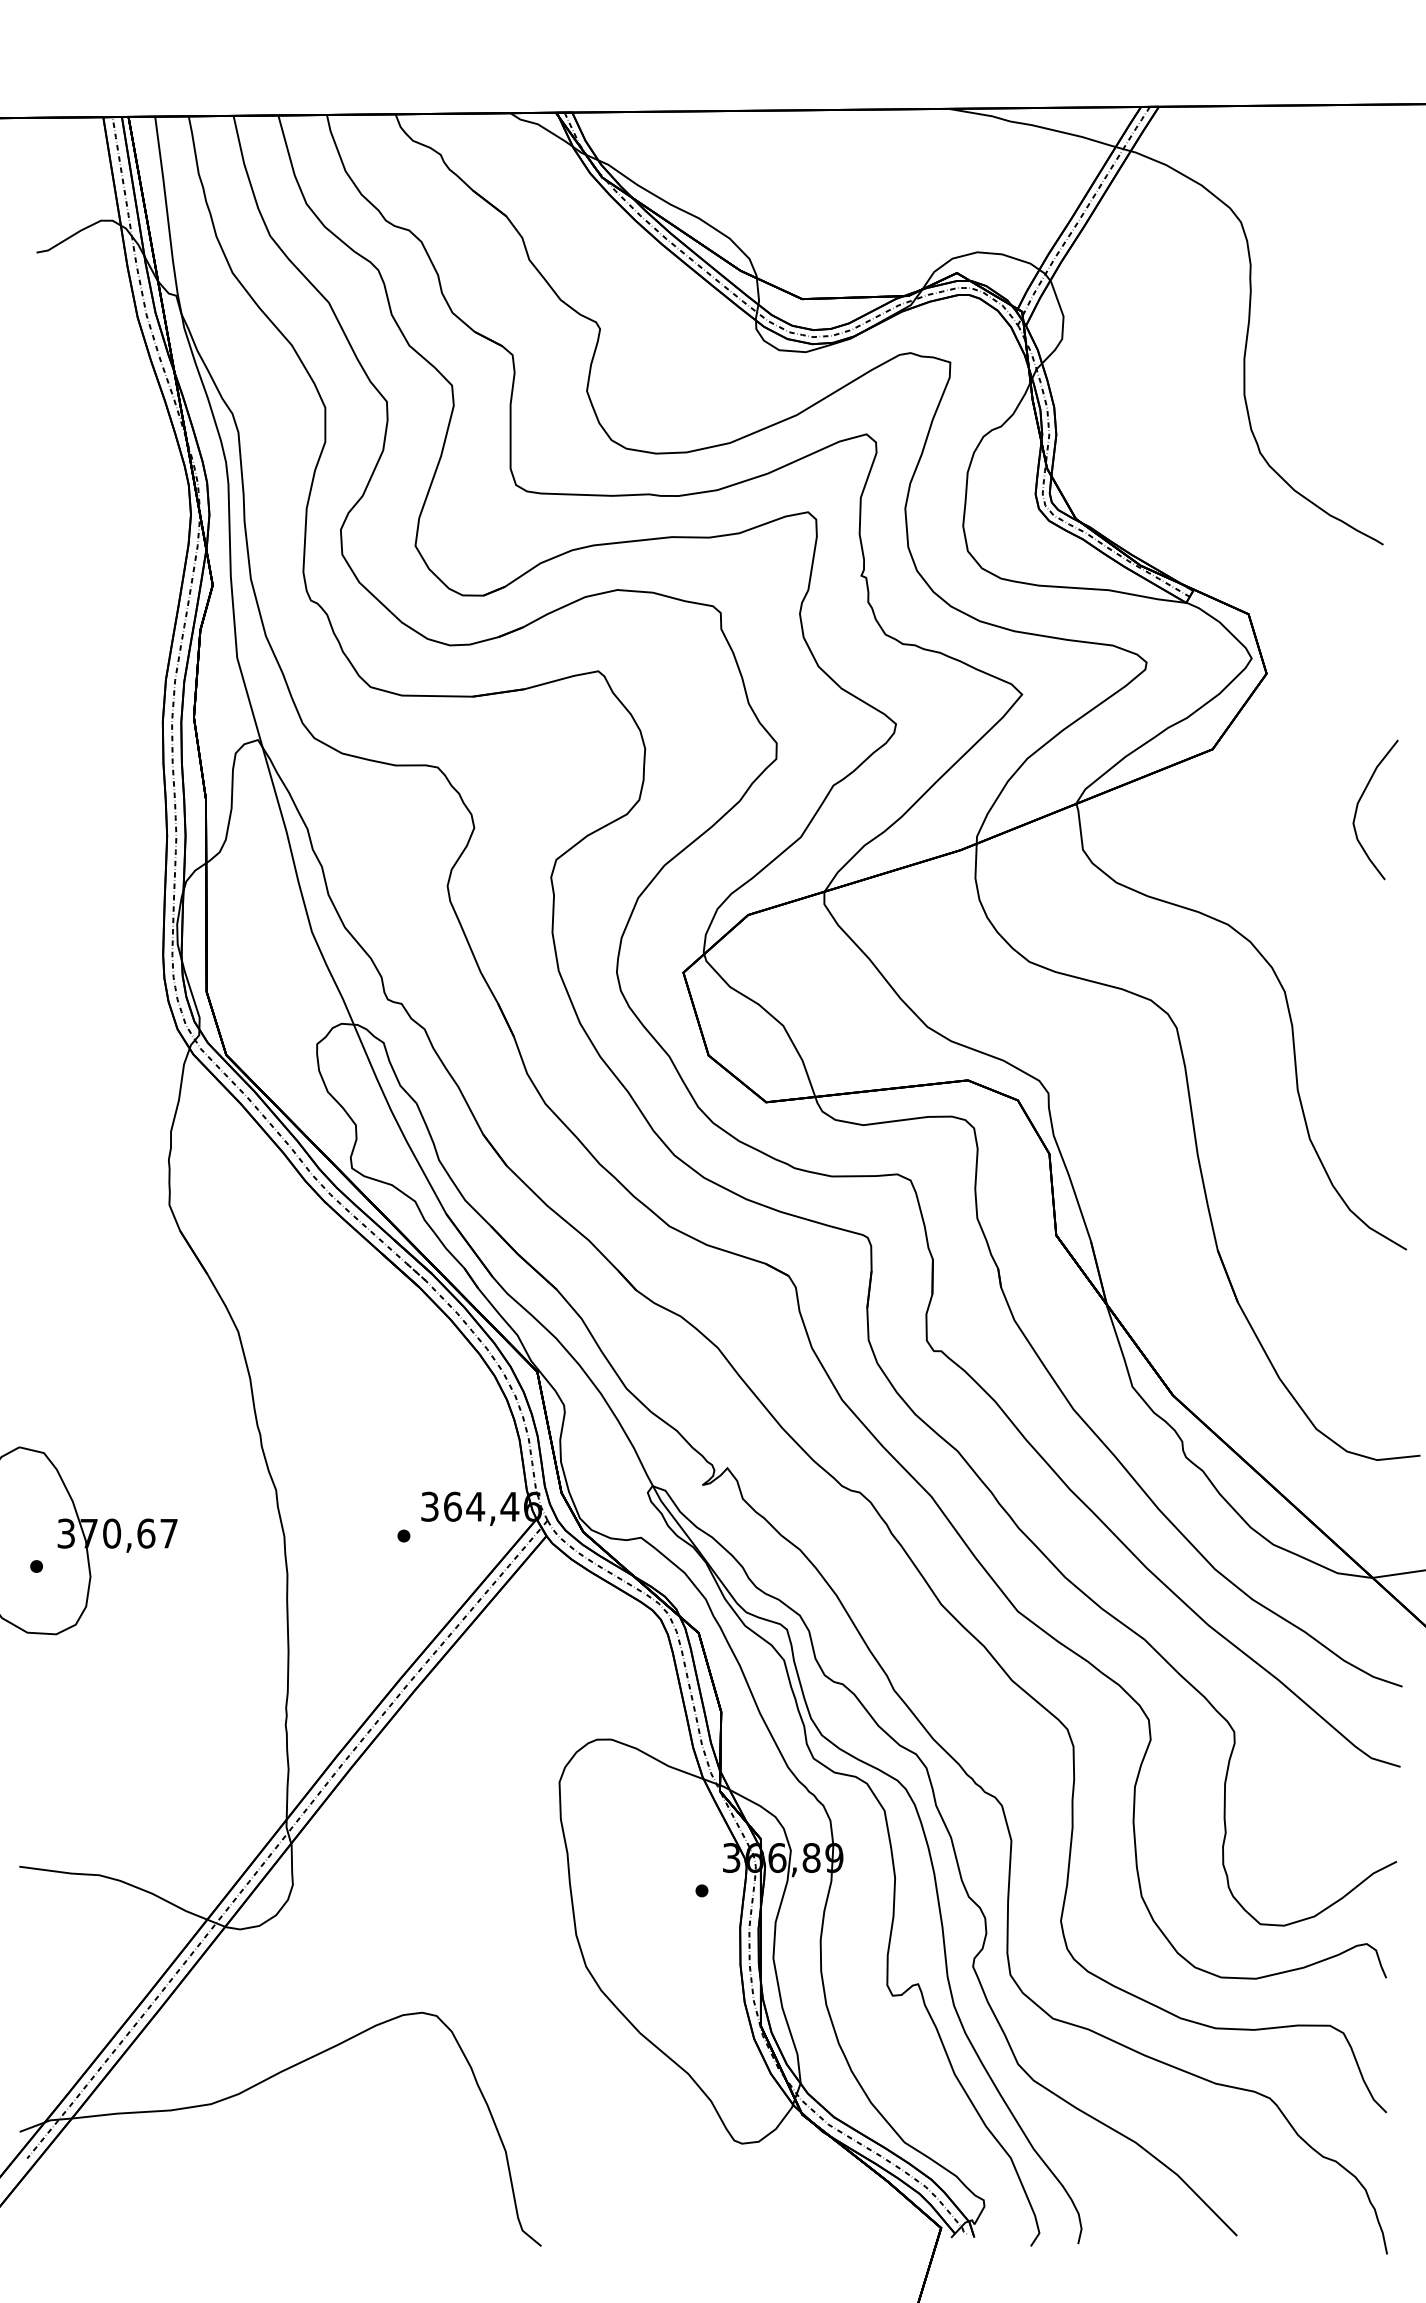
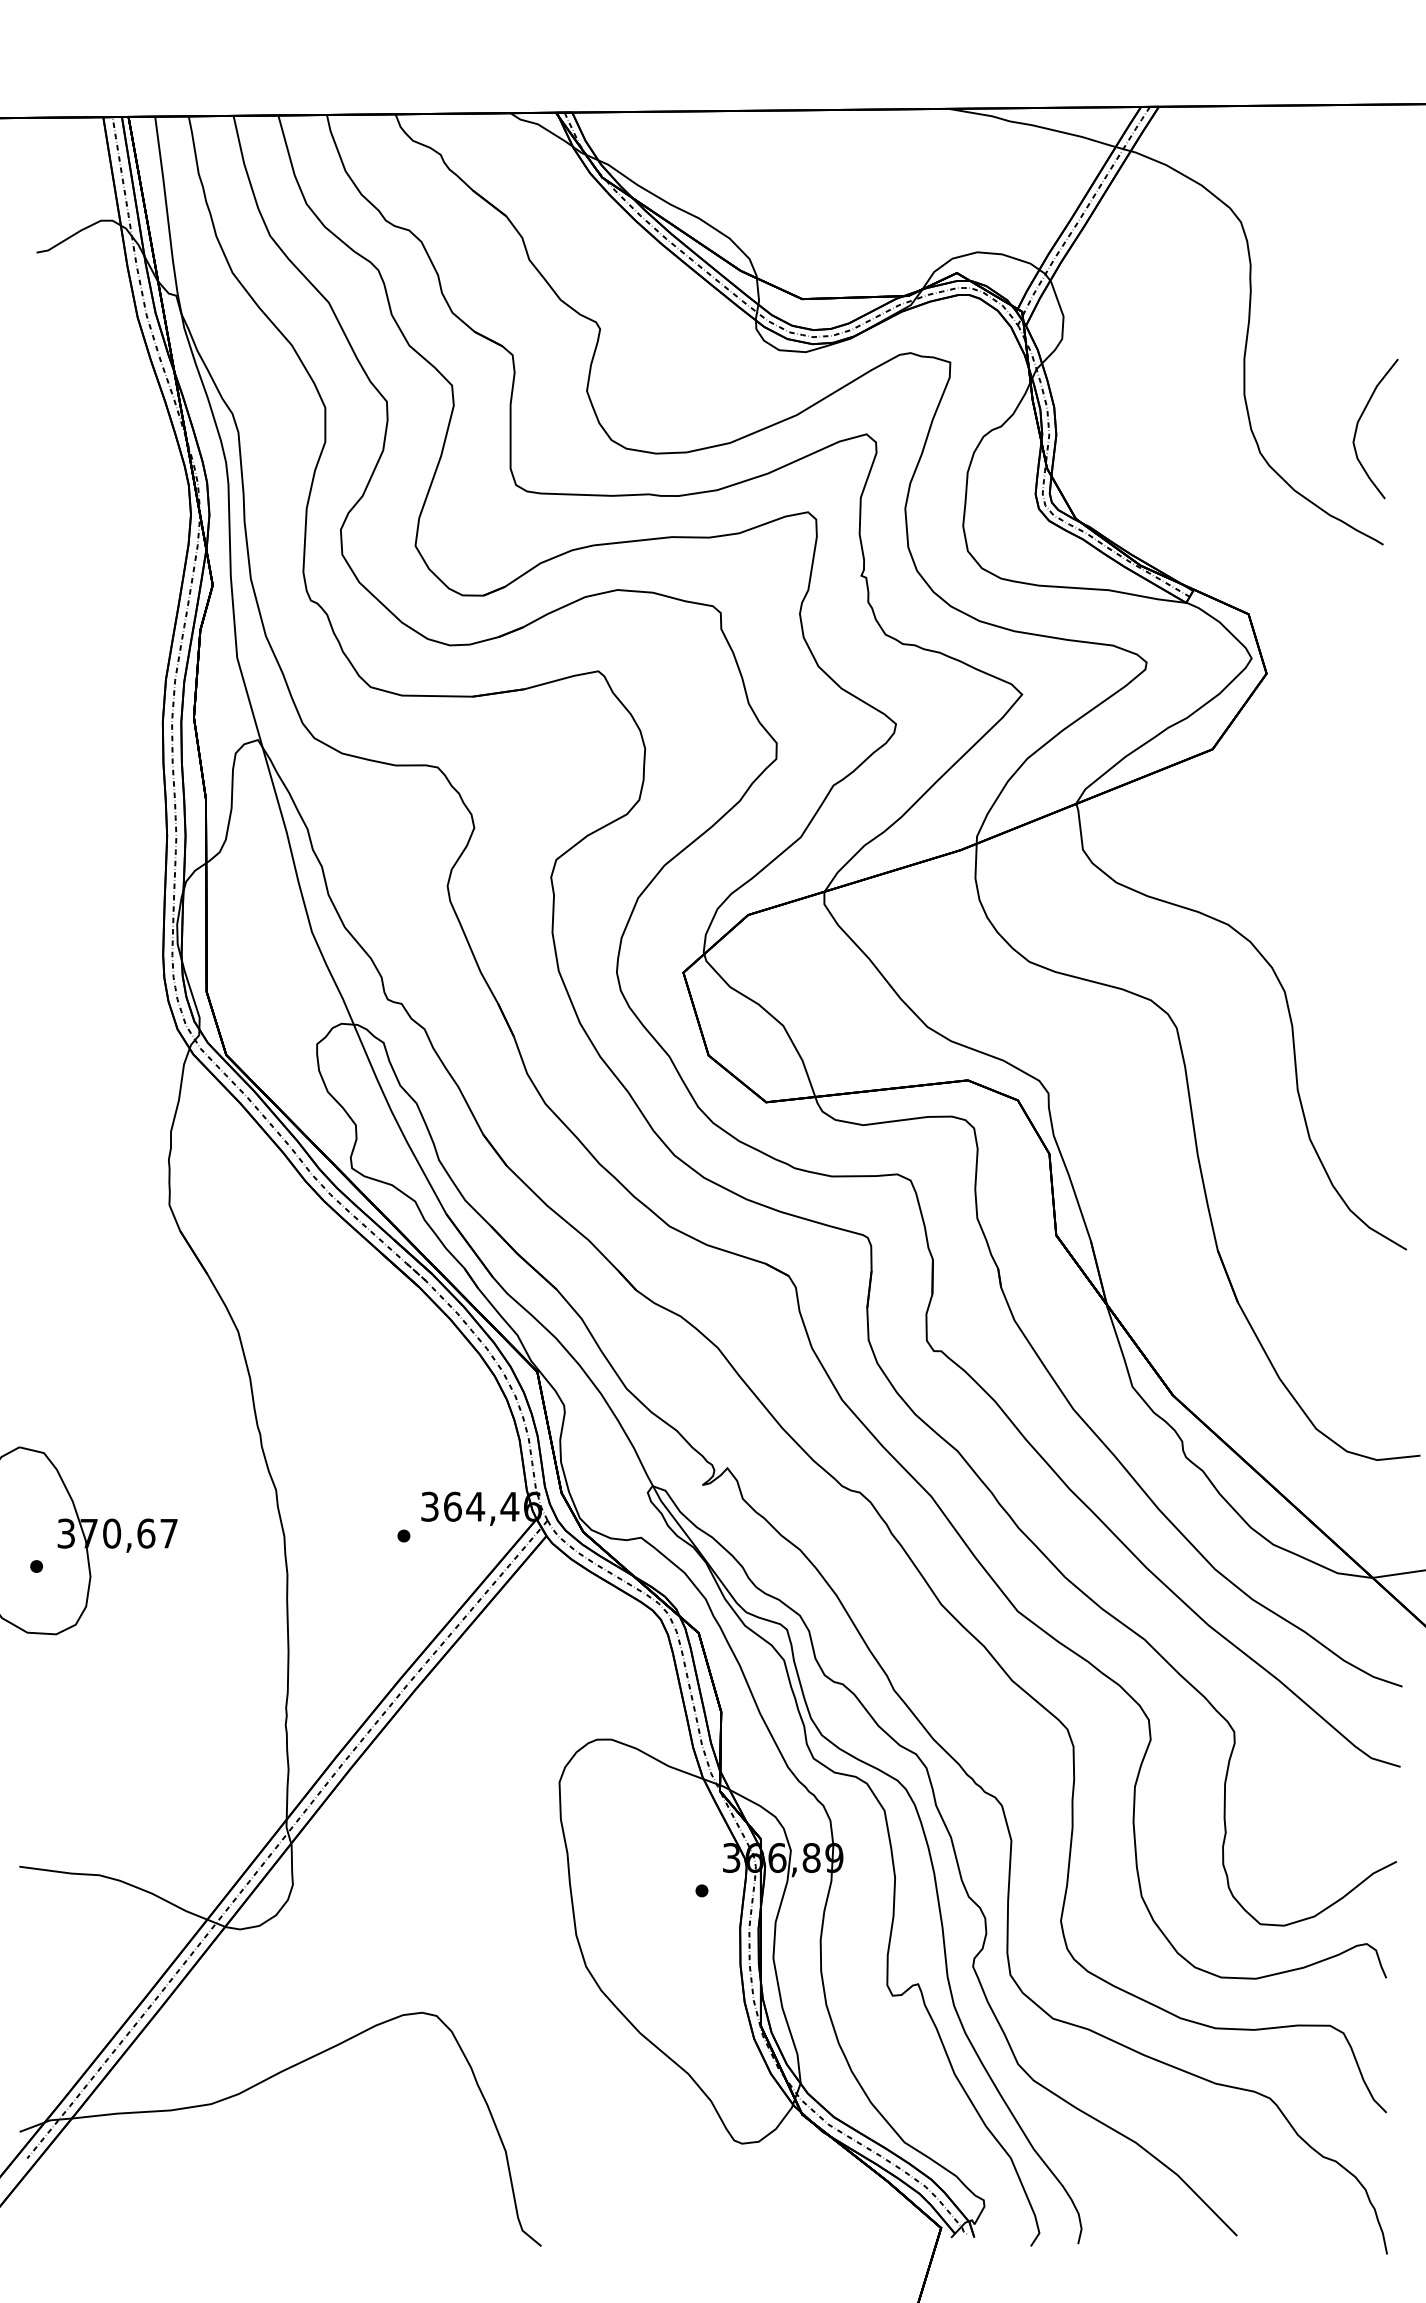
curve at (1359, 802) position: (1359, 802) -> (1359, 421)
